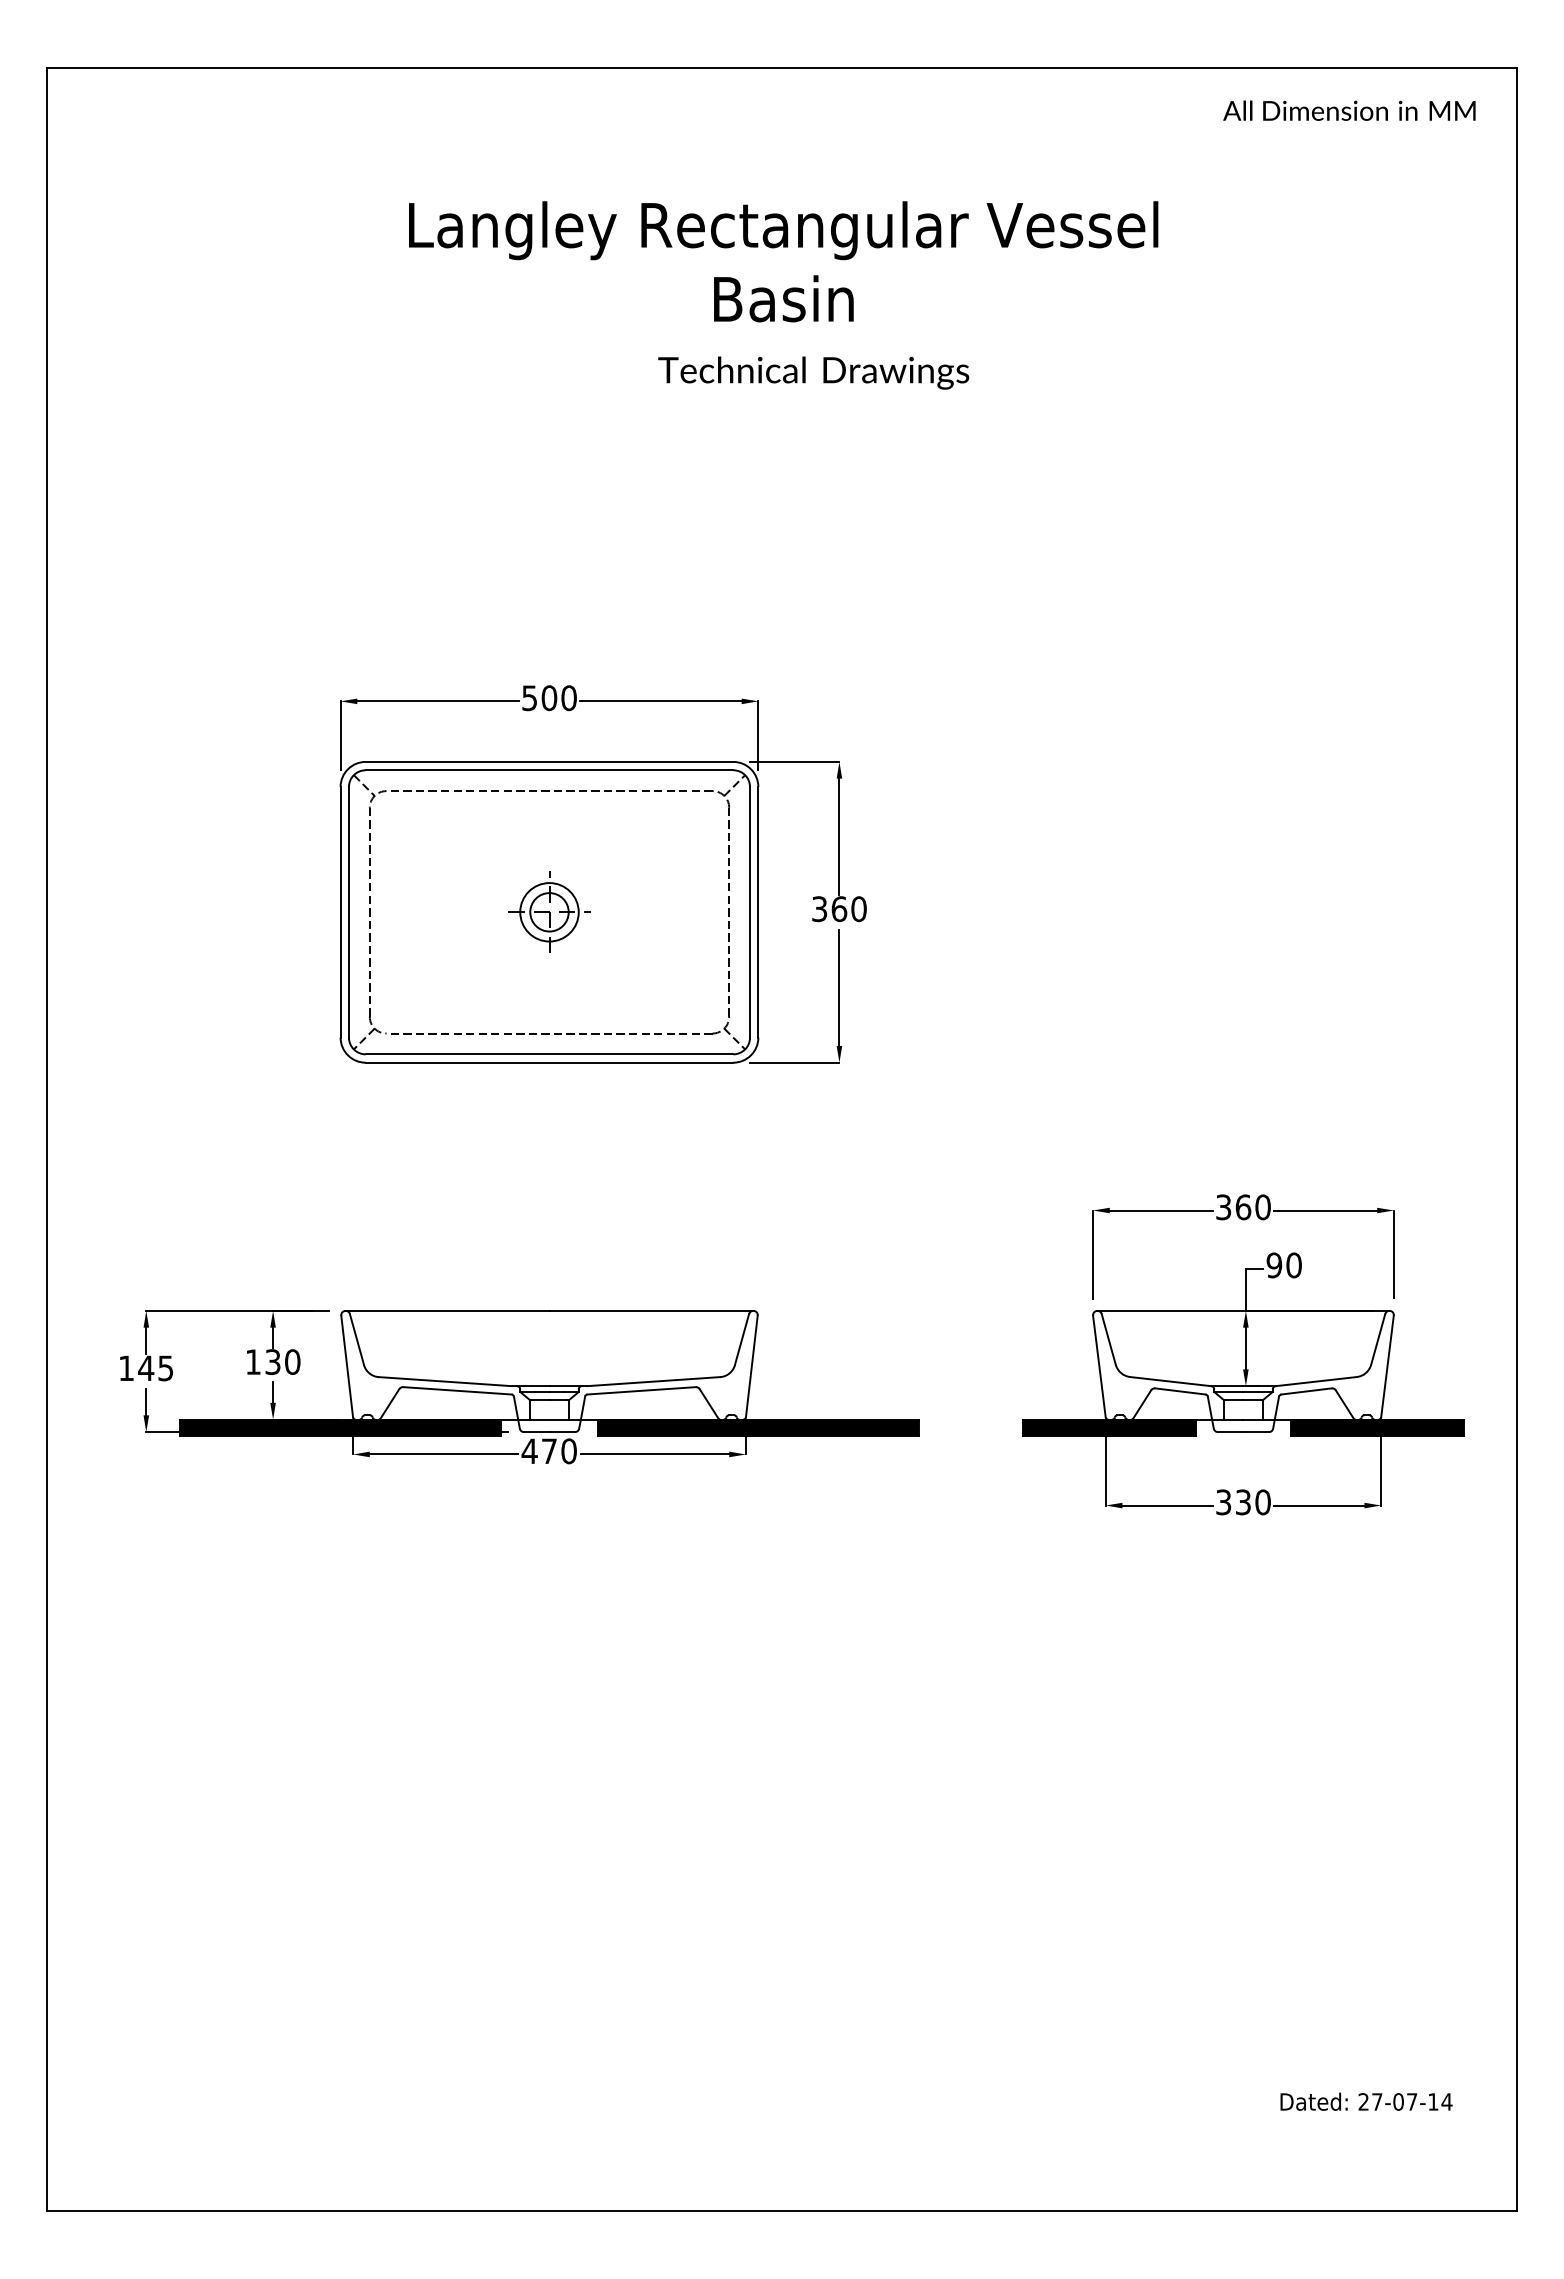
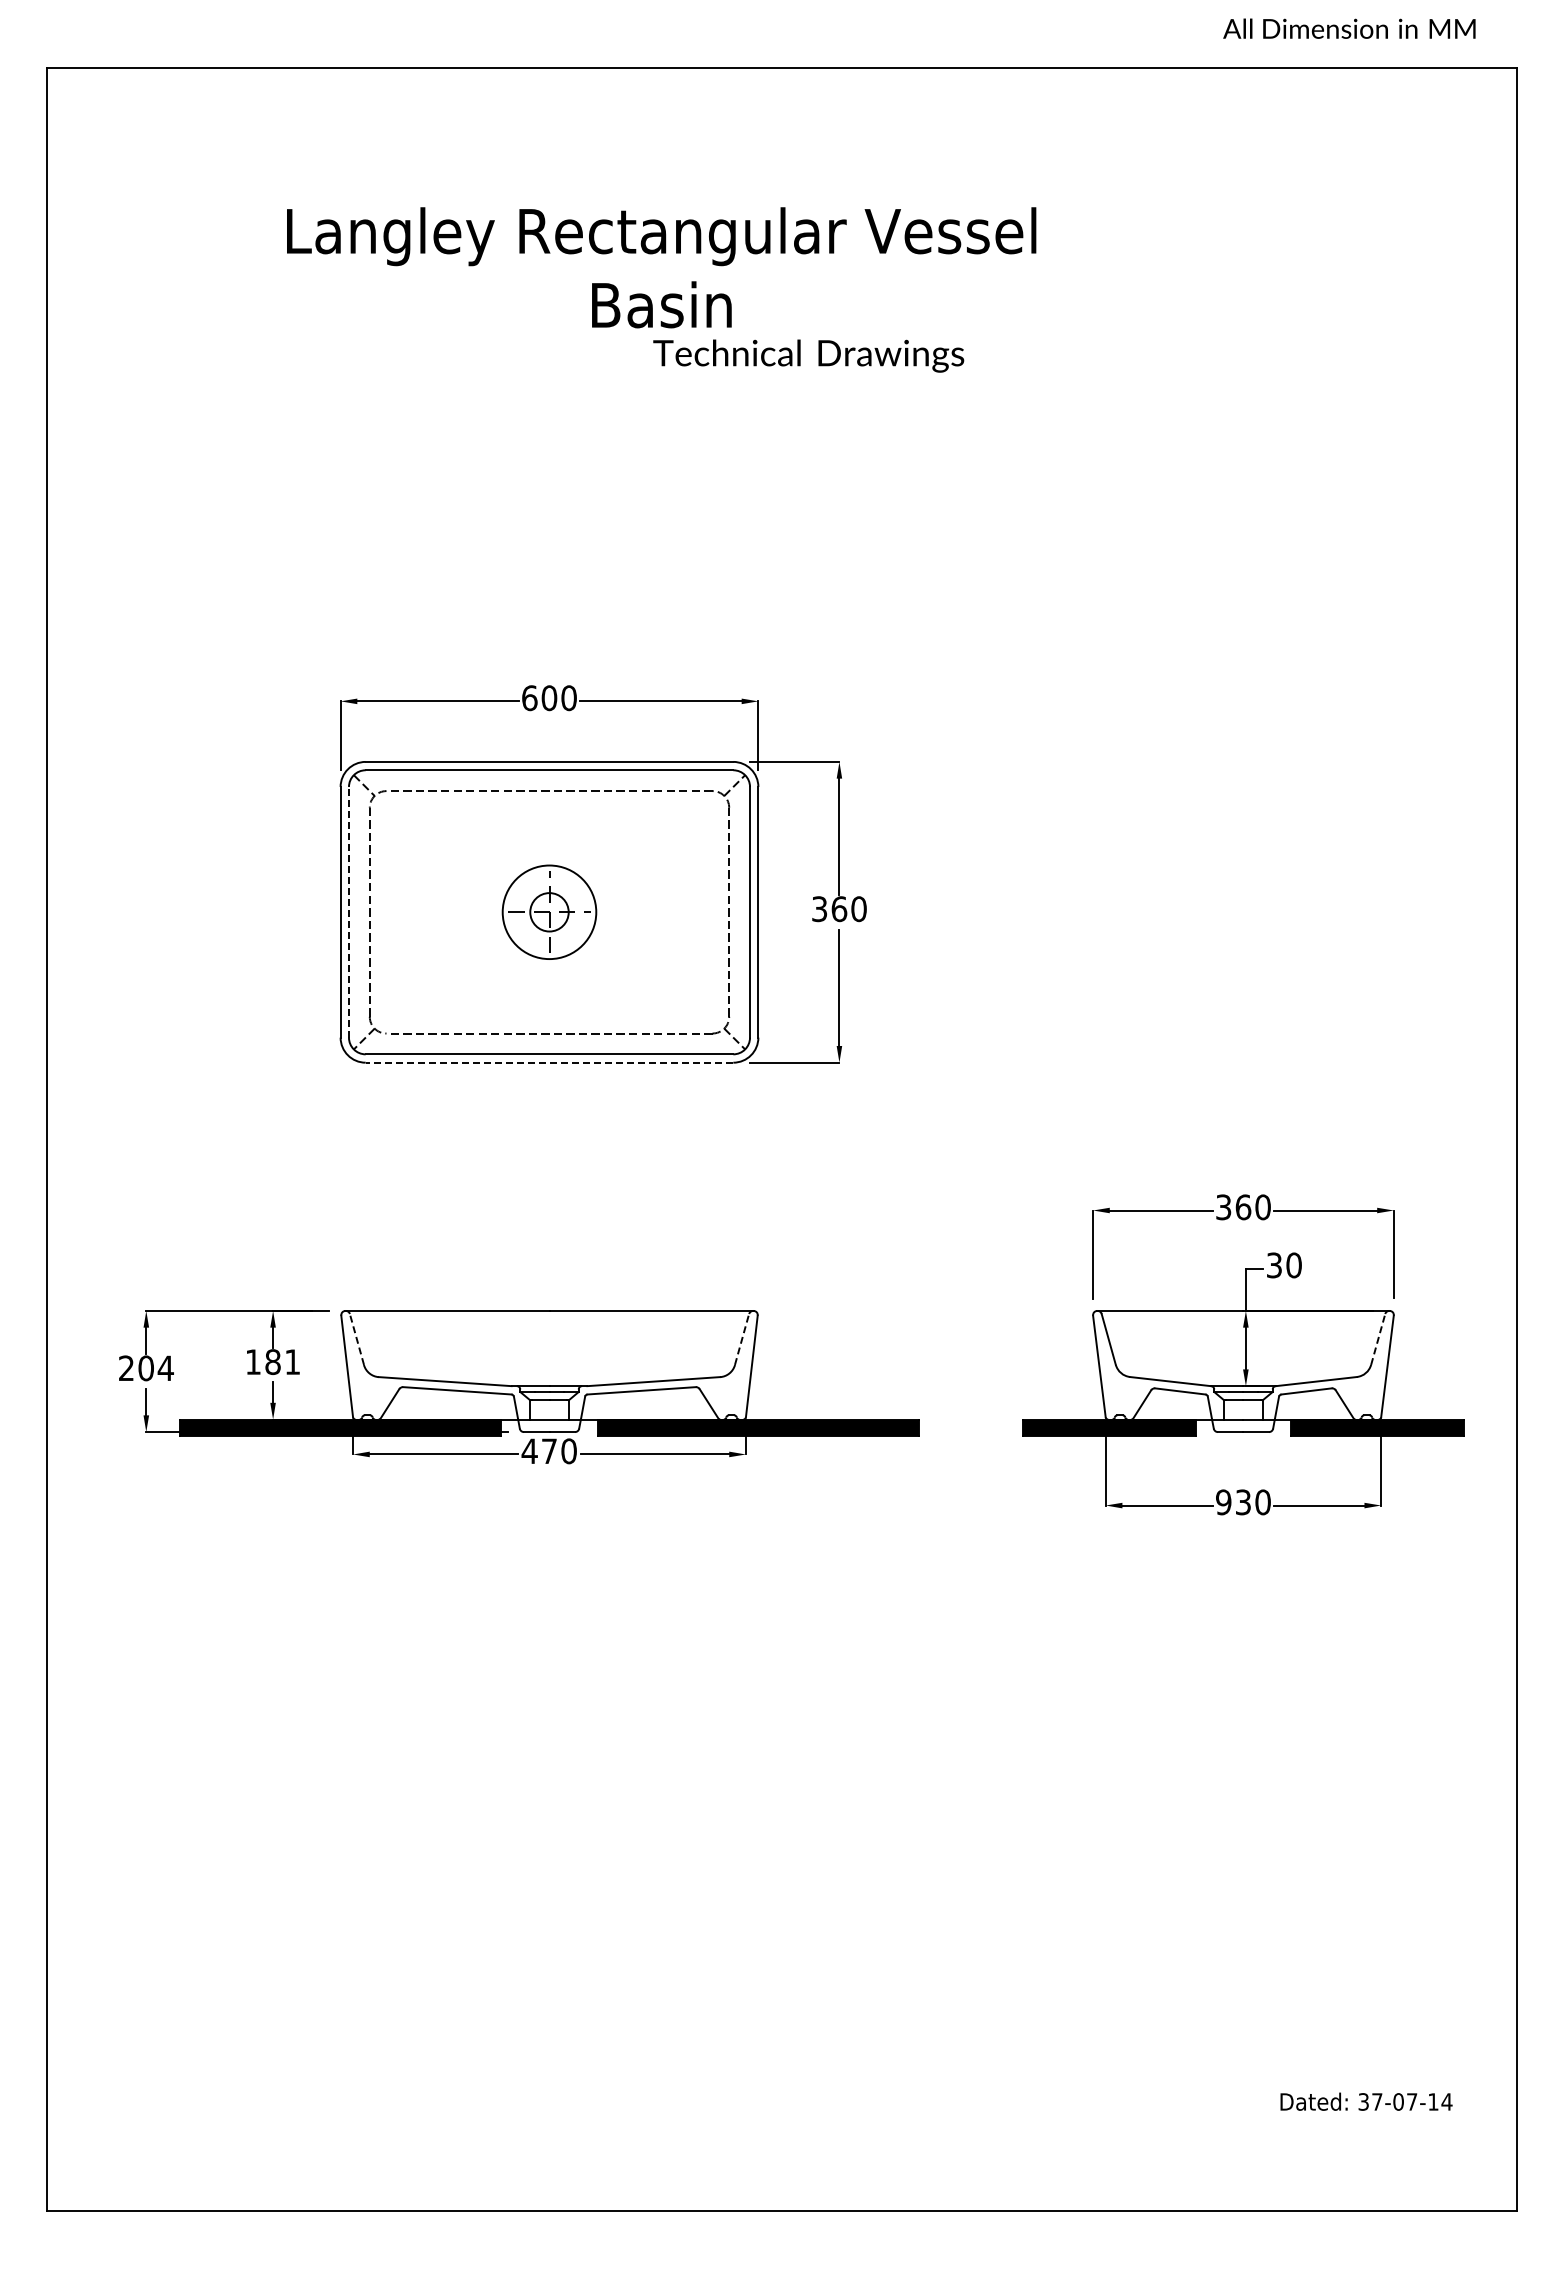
text at (1349, 110) position: (1349, 110) -> (1349, 28)
text at (783, 261) position: (783, 261) -> (661, 267)
text at (813, 372) position: (813, 372) -> (808, 355)
text at (529, 698): 500 -> 600
line at (348, 911): solid -> dashed
circle at (549, 912) diameter: 58 px -> 94 px
line at (549, 1062): solid -> dashed
text at (1274, 1265): 90 -> 30
line at (356, 1338): solid -> dashed
line at (742, 1338): solid -> dashed
line at (1378, 1338): solid -> dashed
text at (282, 1361): 130 -> 181
text at (146, 1368): 145 -> 204
text at (1223, 1502): 330 -> 930
text at (1363, 2101): 27-07-14 -> 37-07-14
